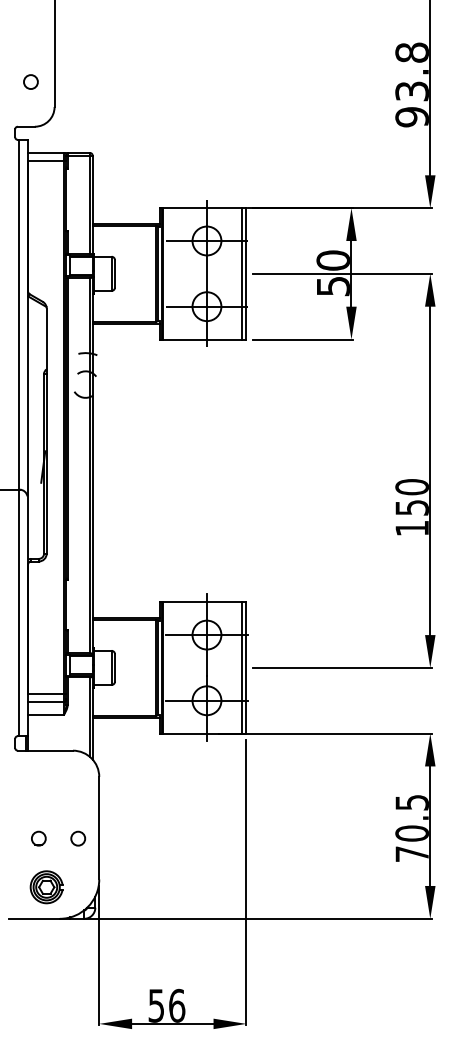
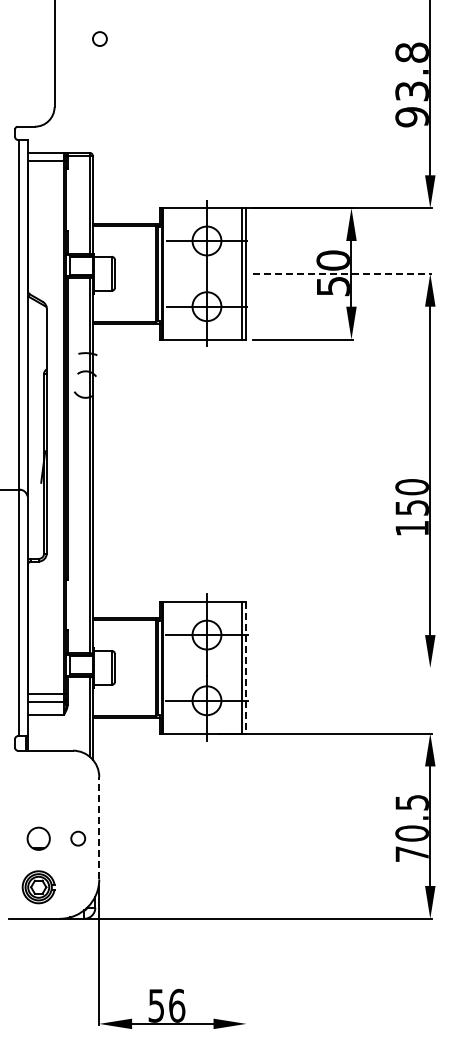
circle at (30, 81) position: (30, 81) -> (99, 38)
line at (342, 273): solid -> dashed
line at (246, 667): solid -> dashed
line at (341, 667): present -> none
line at (99, 827): solid -> dashed
part at (38, 838) size: 16x17 px -> 25x25 px
line at (246, 882): present -> none
part at (46, 887) position: (46, 887) -> (38, 887)
